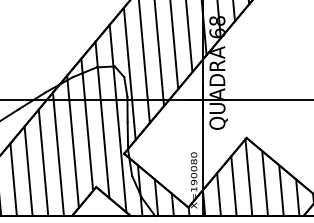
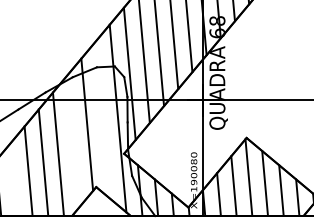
line at (102, 119): present -> none
line at (72, 141): present -> none
line at (13, 179): present -> none
